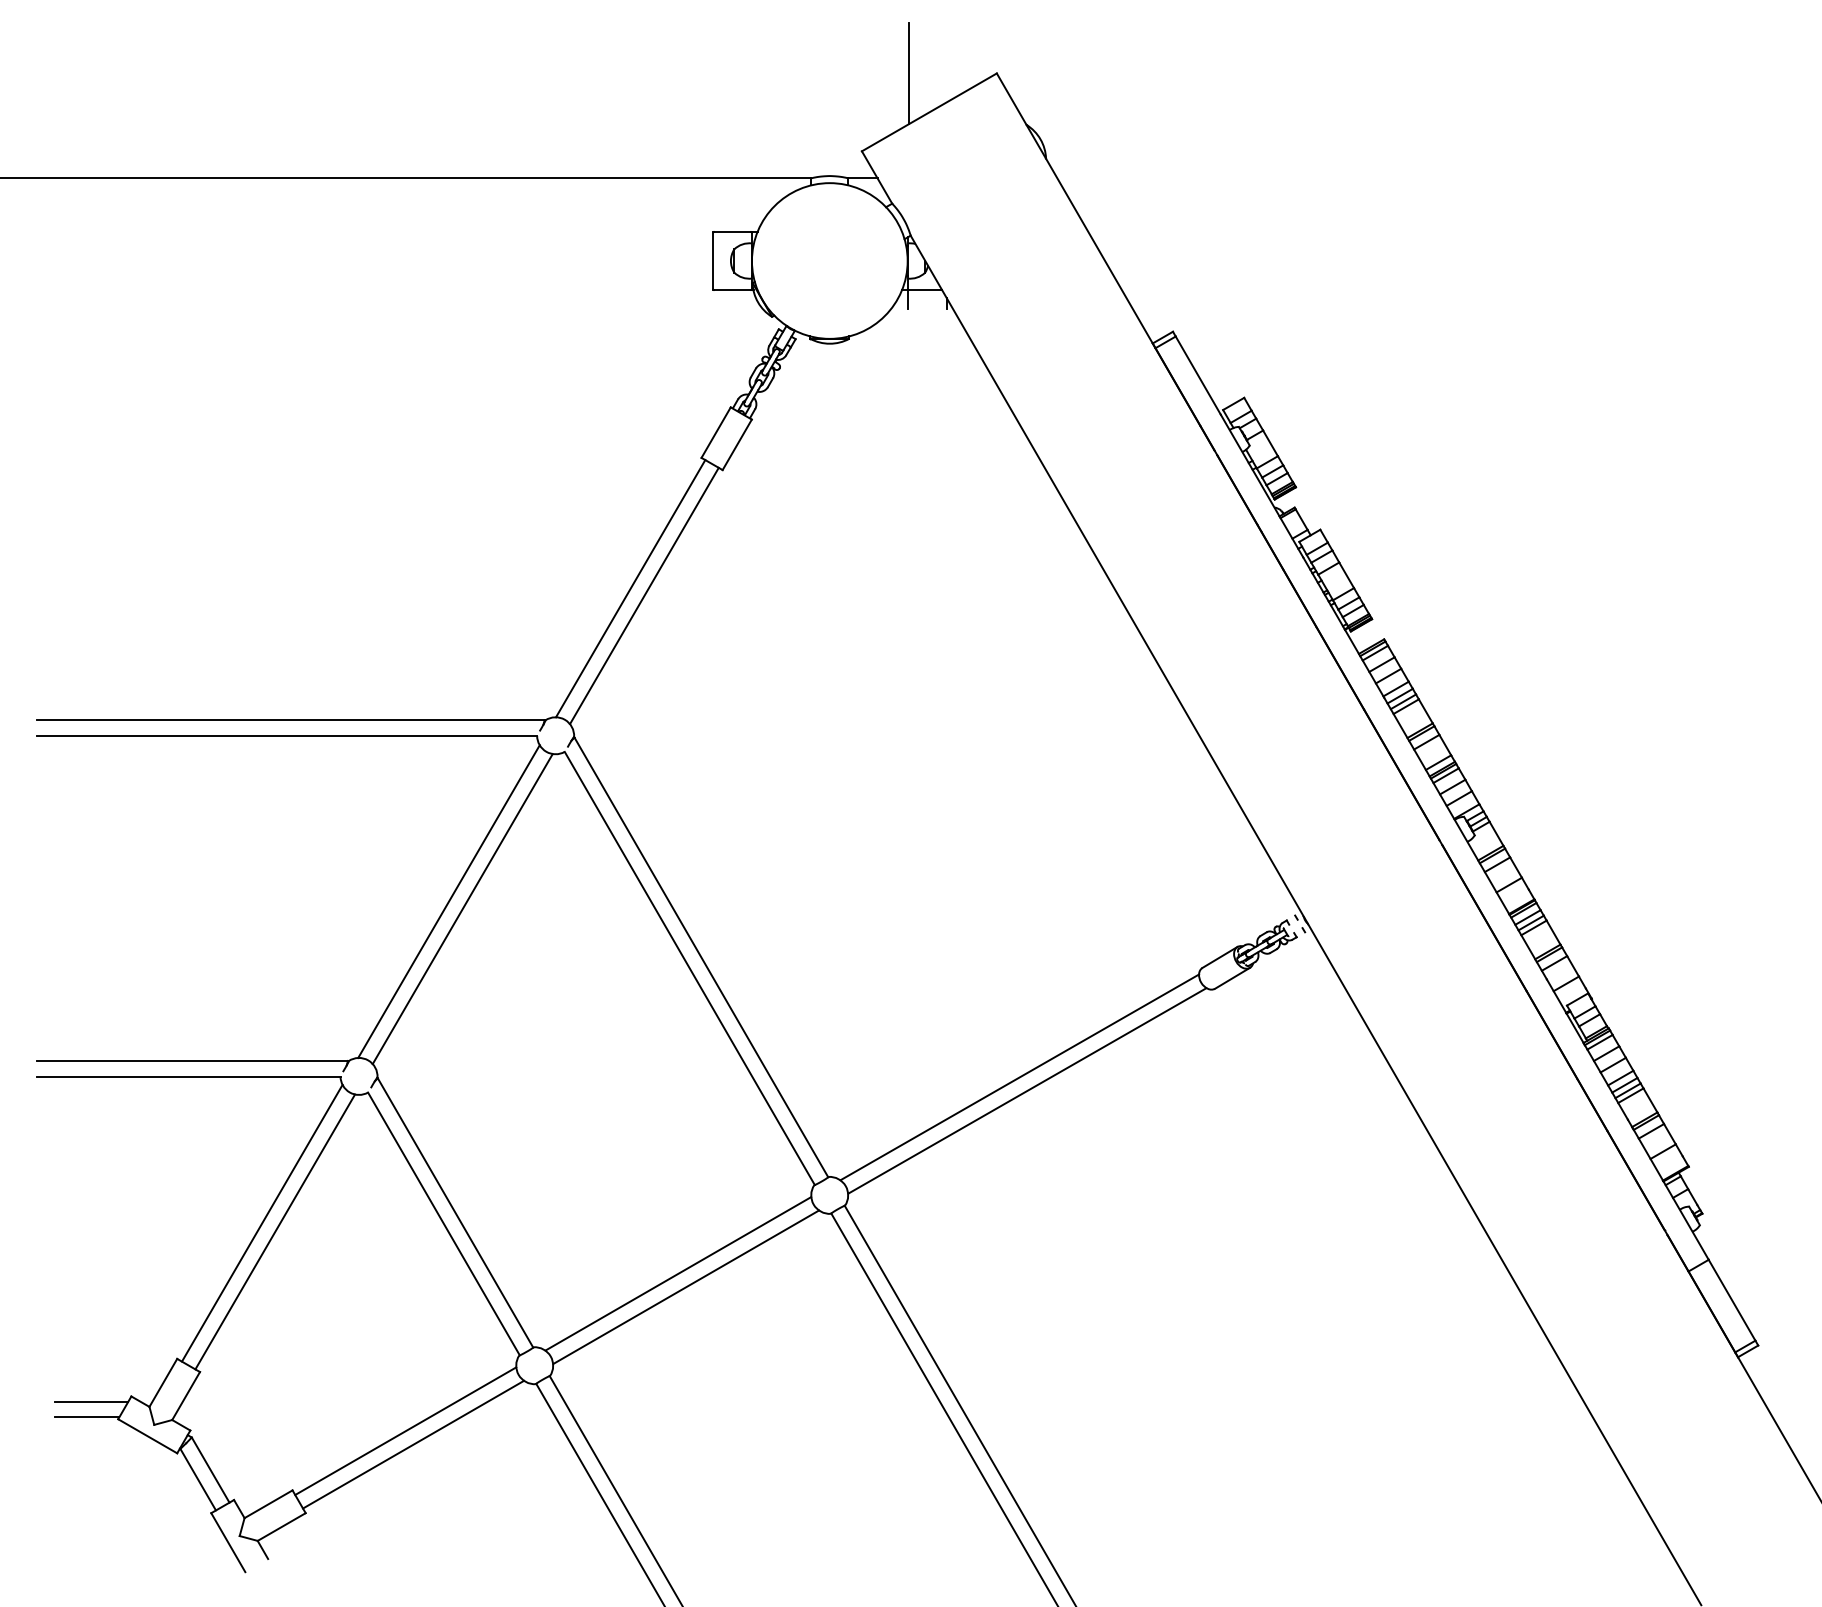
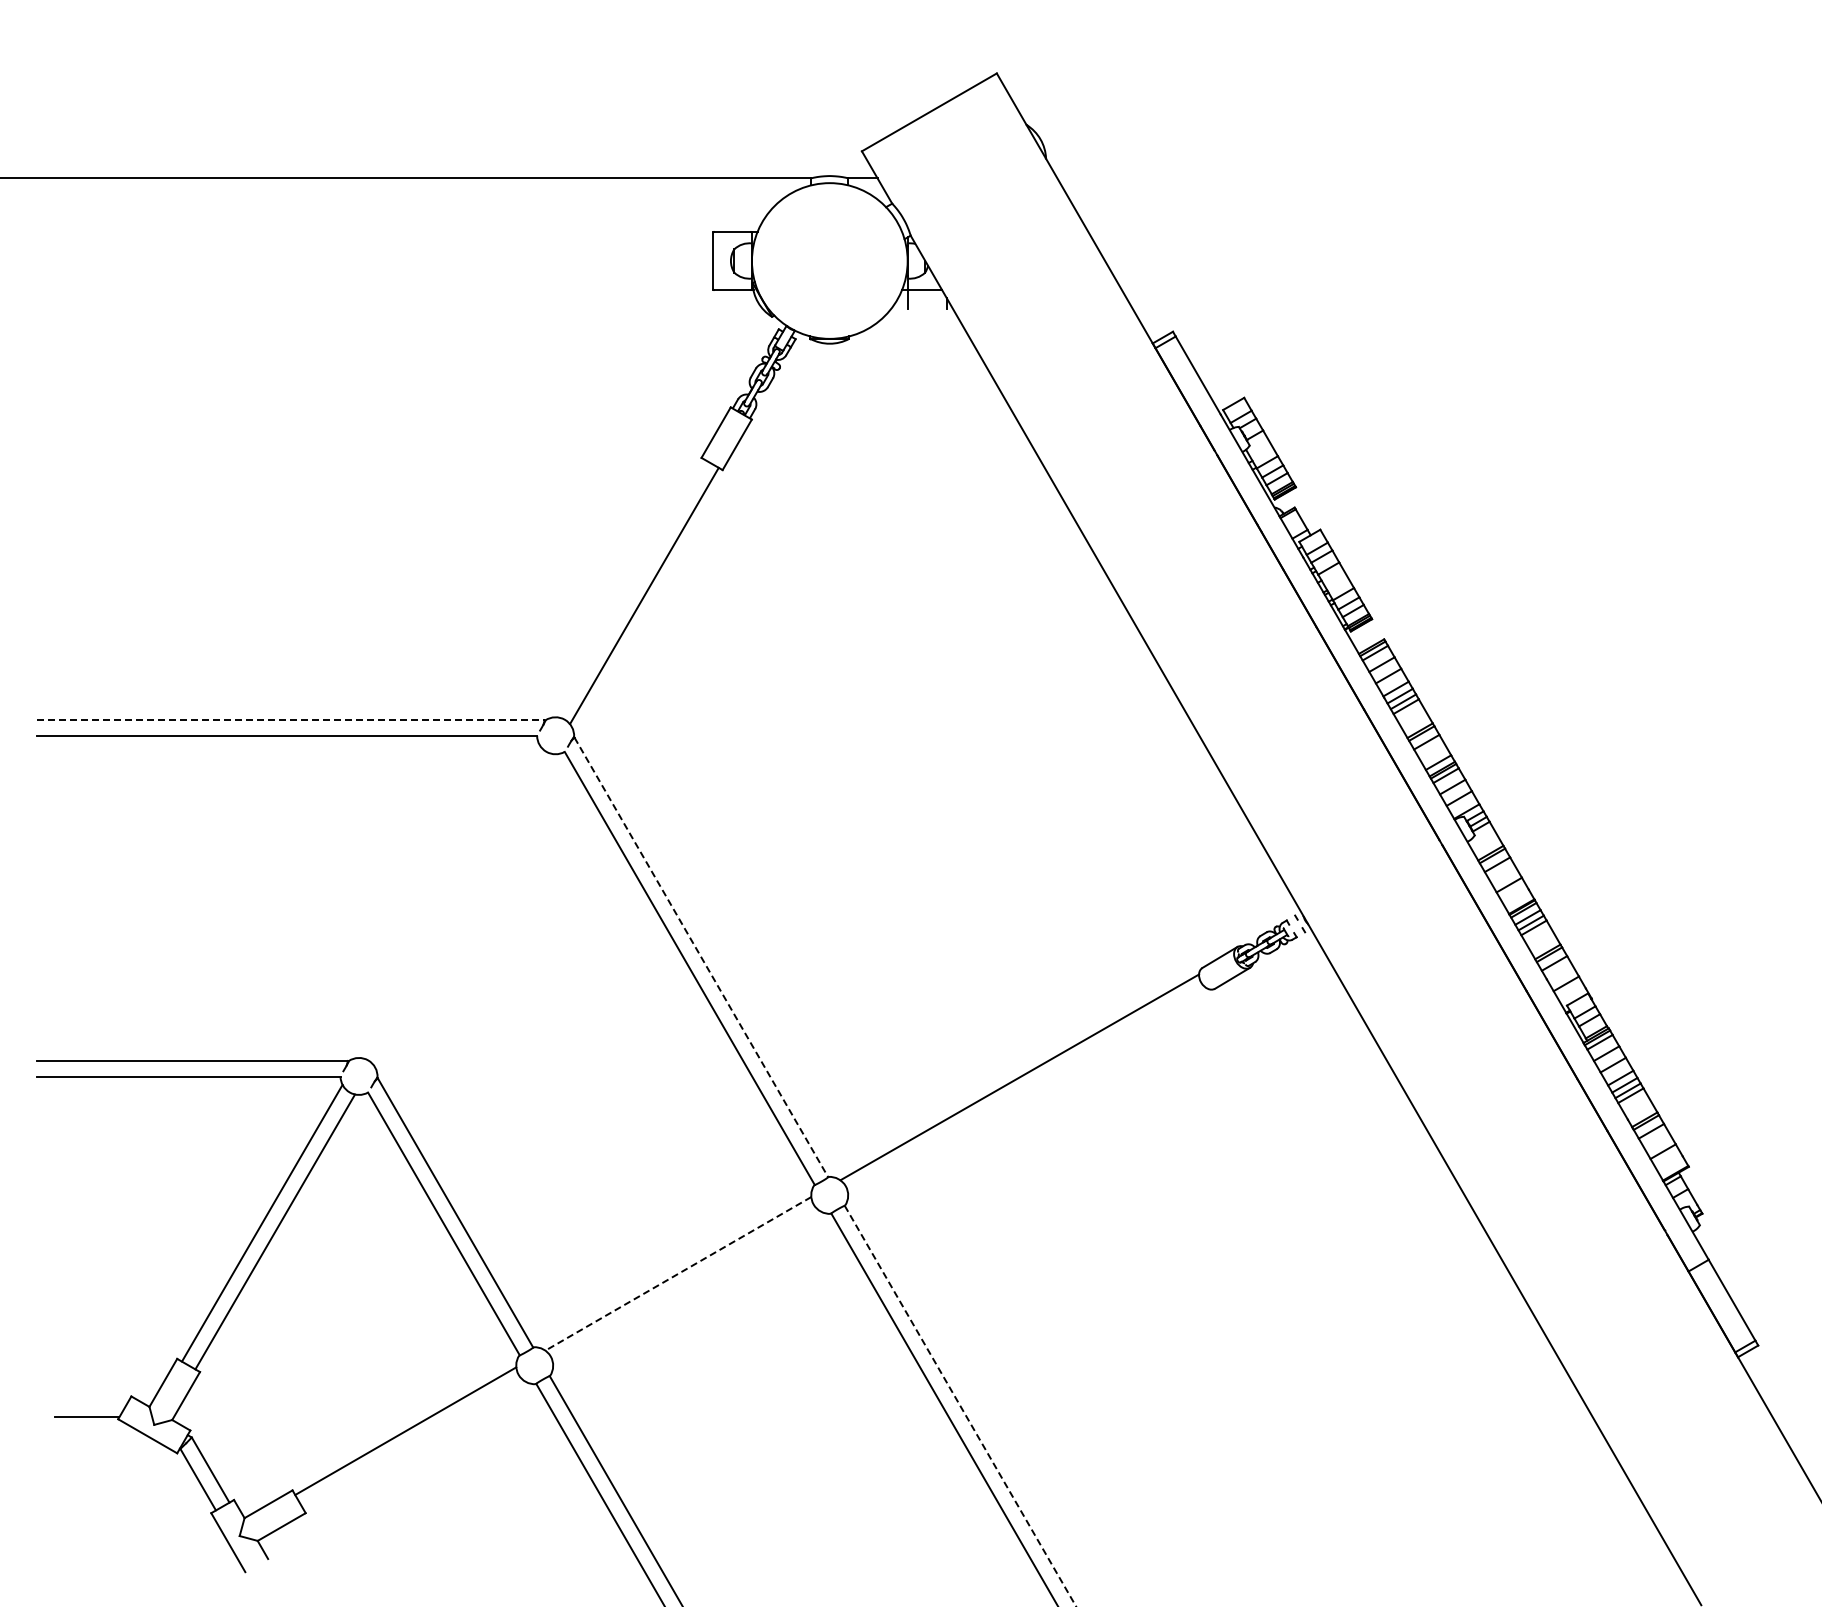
line at (908, 73): present -> none
line at (630, 588): present -> none
line at (290, 720): solid -> dashed
line at (448, 901): present -> none
line at (462, 909): present -> none
line at (701, 957): solid -> dashed
line at (1027, 1090): present -> none
line at (678, 1273): solid -> dashed
line at (686, 1287): present -> none
line at (91, 1401): present -> none
line at (960, 1406): solid -> dashed
line at (413, 1444): present -> none
